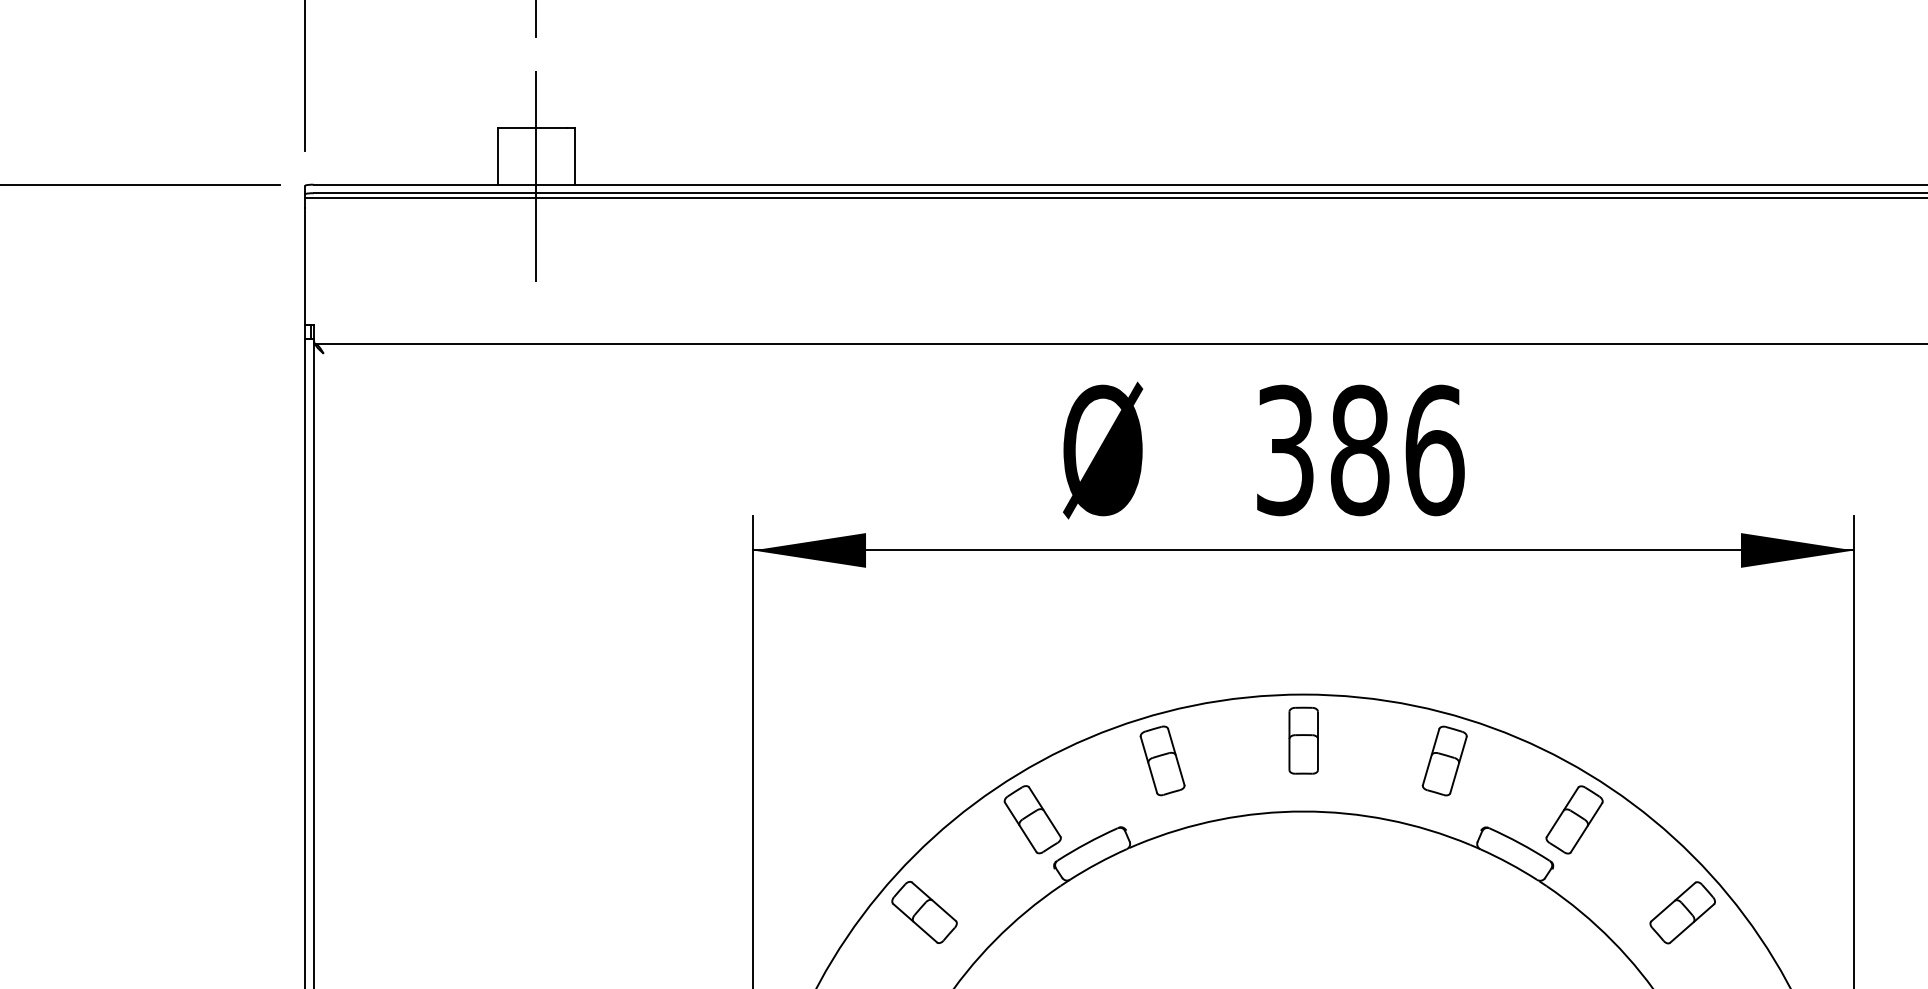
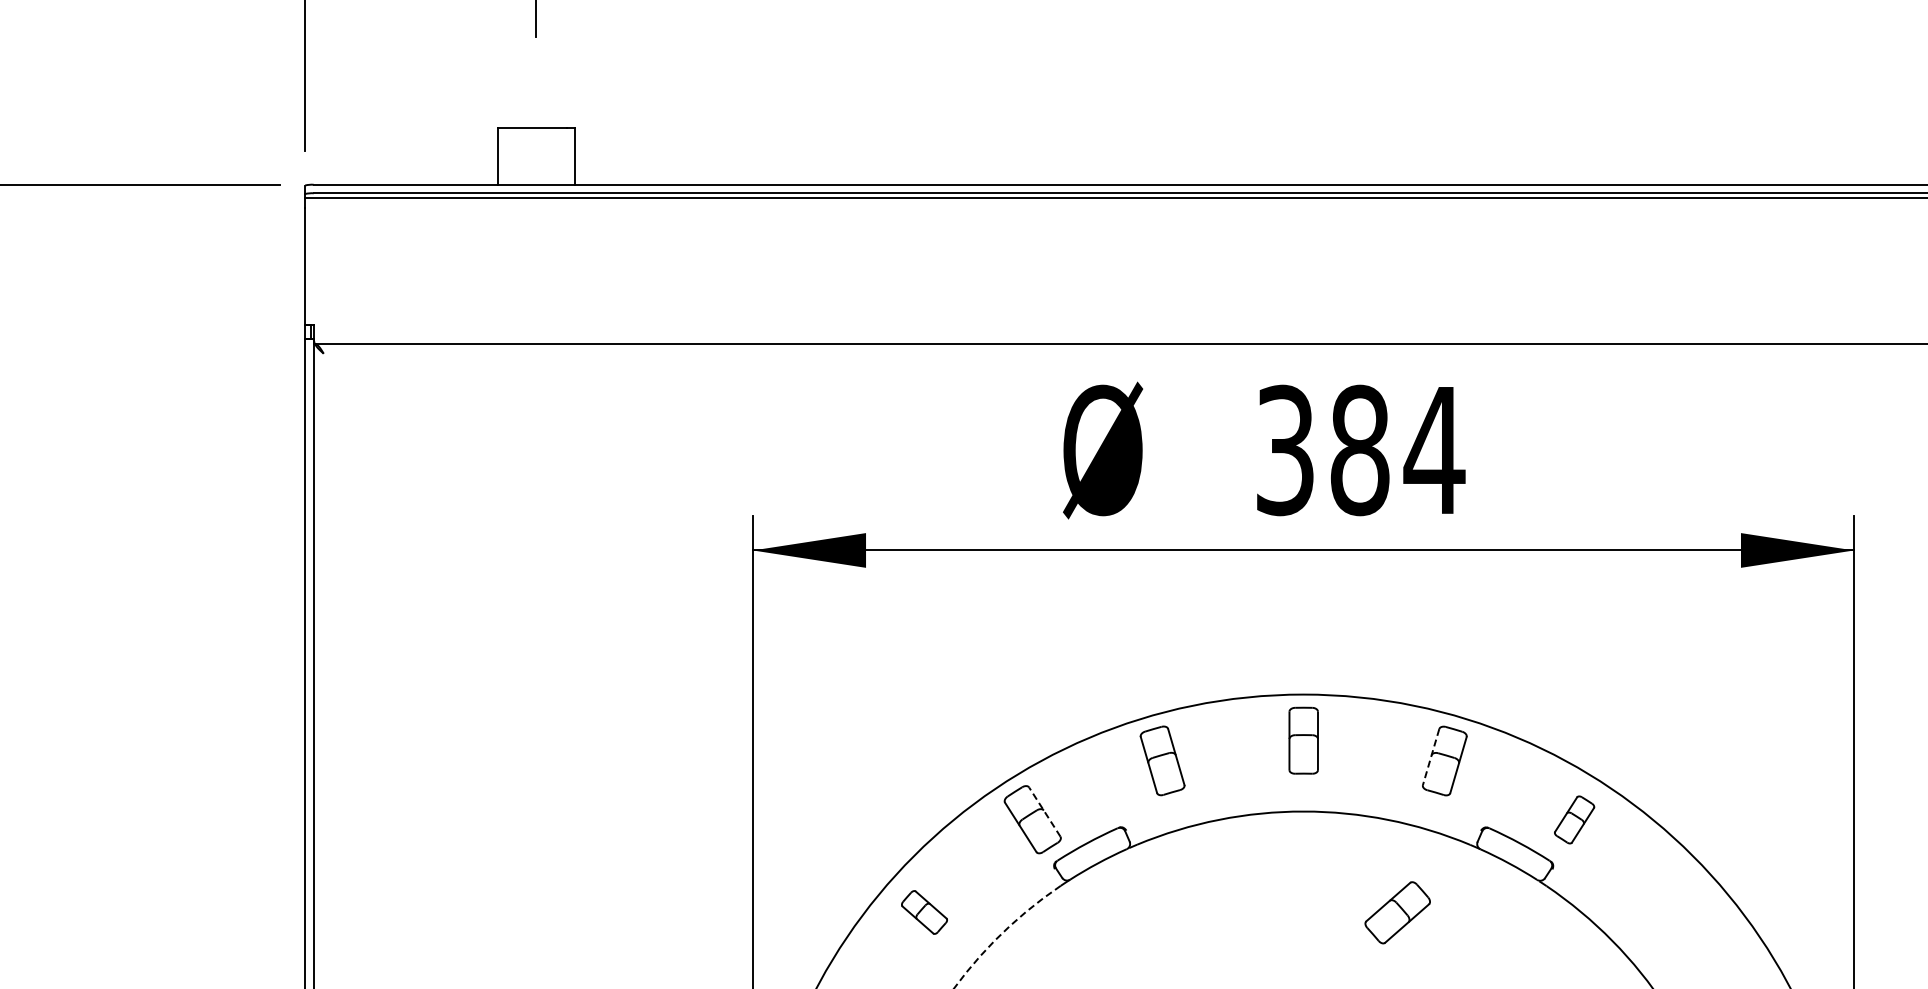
line at (536, 176): present -> none
text at (1434, 450): 386 -> 384
line at (1430, 757): solid -> dashed
line at (1044, 811): solid -> dashed
part at (1574, 819) size: 59x70 px -> 42x50 px
part at (924, 912) size: 67x63 px -> 47x45 px
part at (1682, 912) position: (1682, 912) -> (1397, 912)
arc at (1002, 933): solid -> dashed
